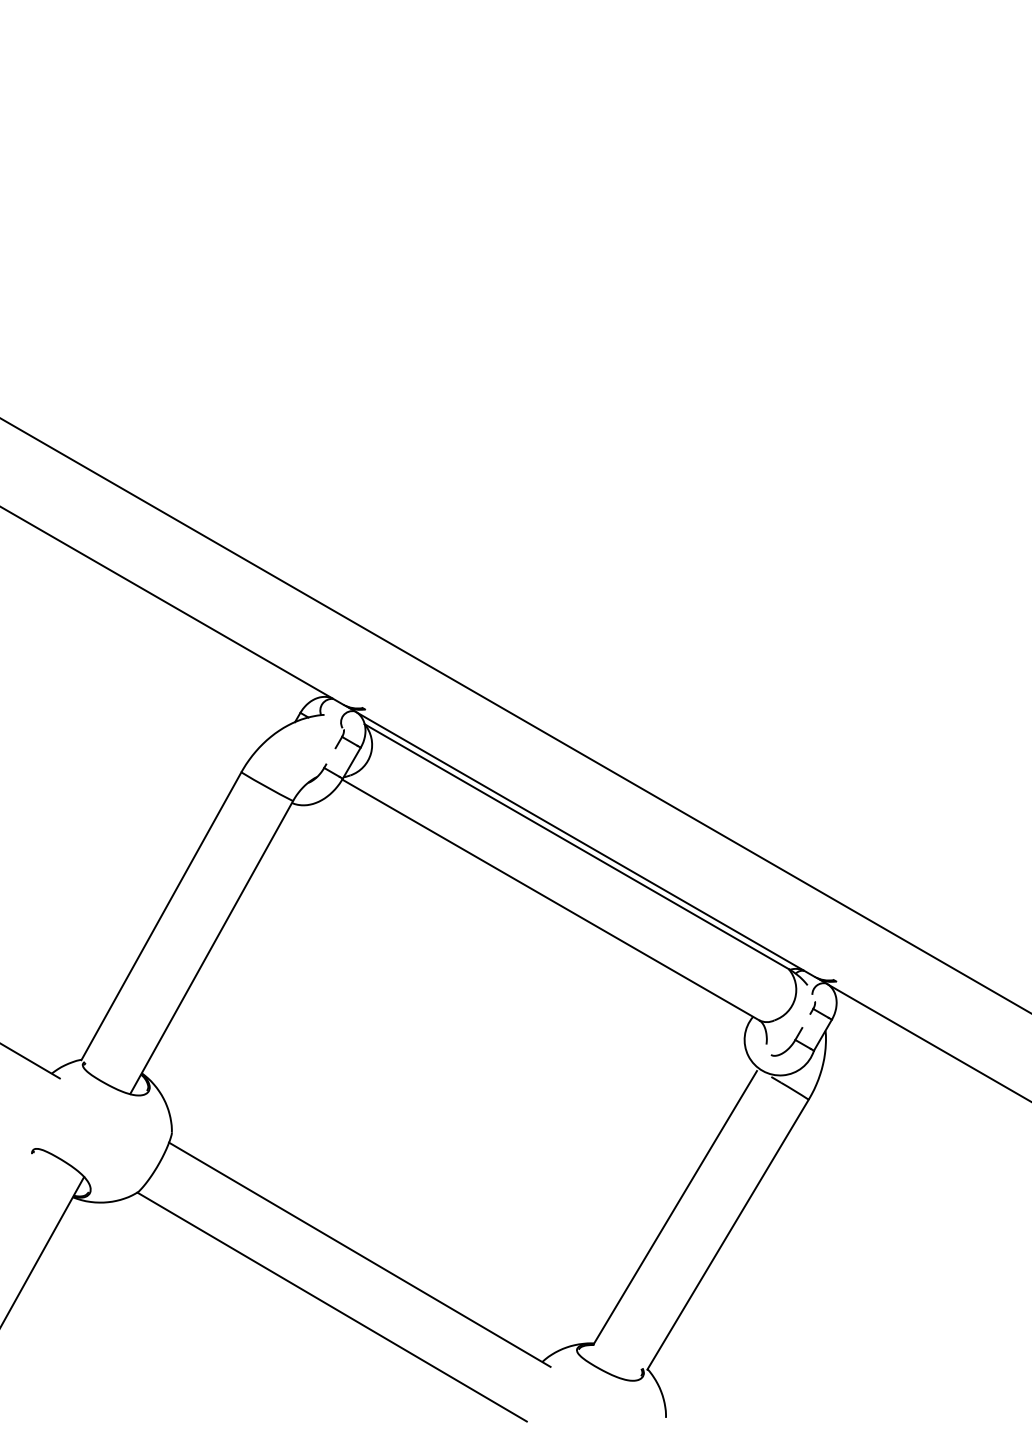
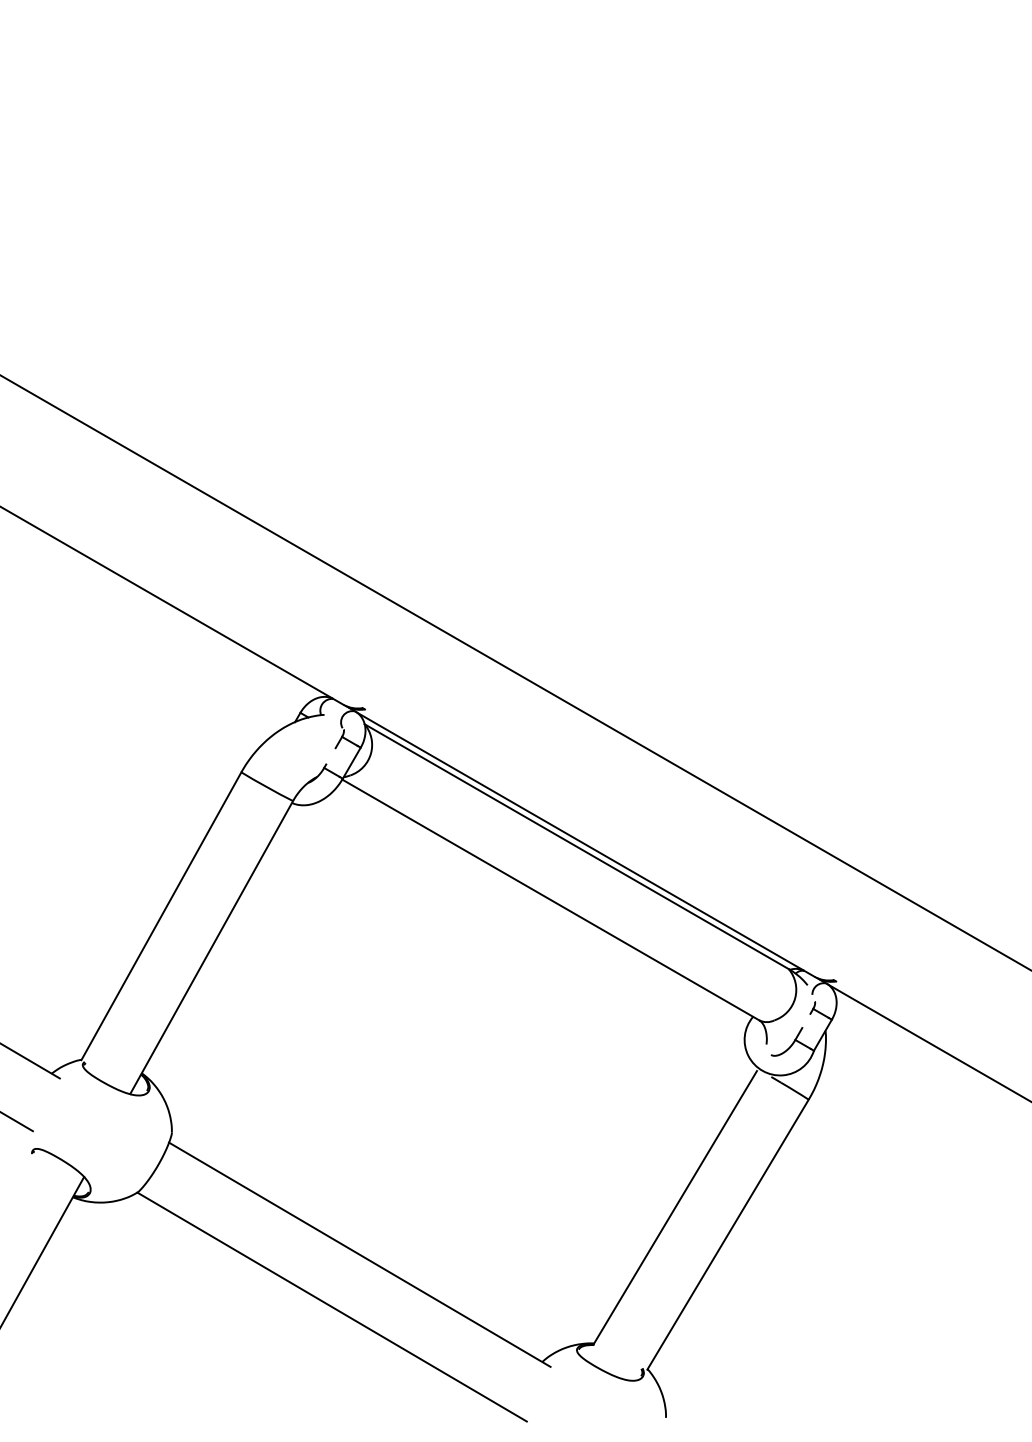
line at (515, 715) position: (515, 715) -> (515, 672)
line at (17, 1122): none -> present
